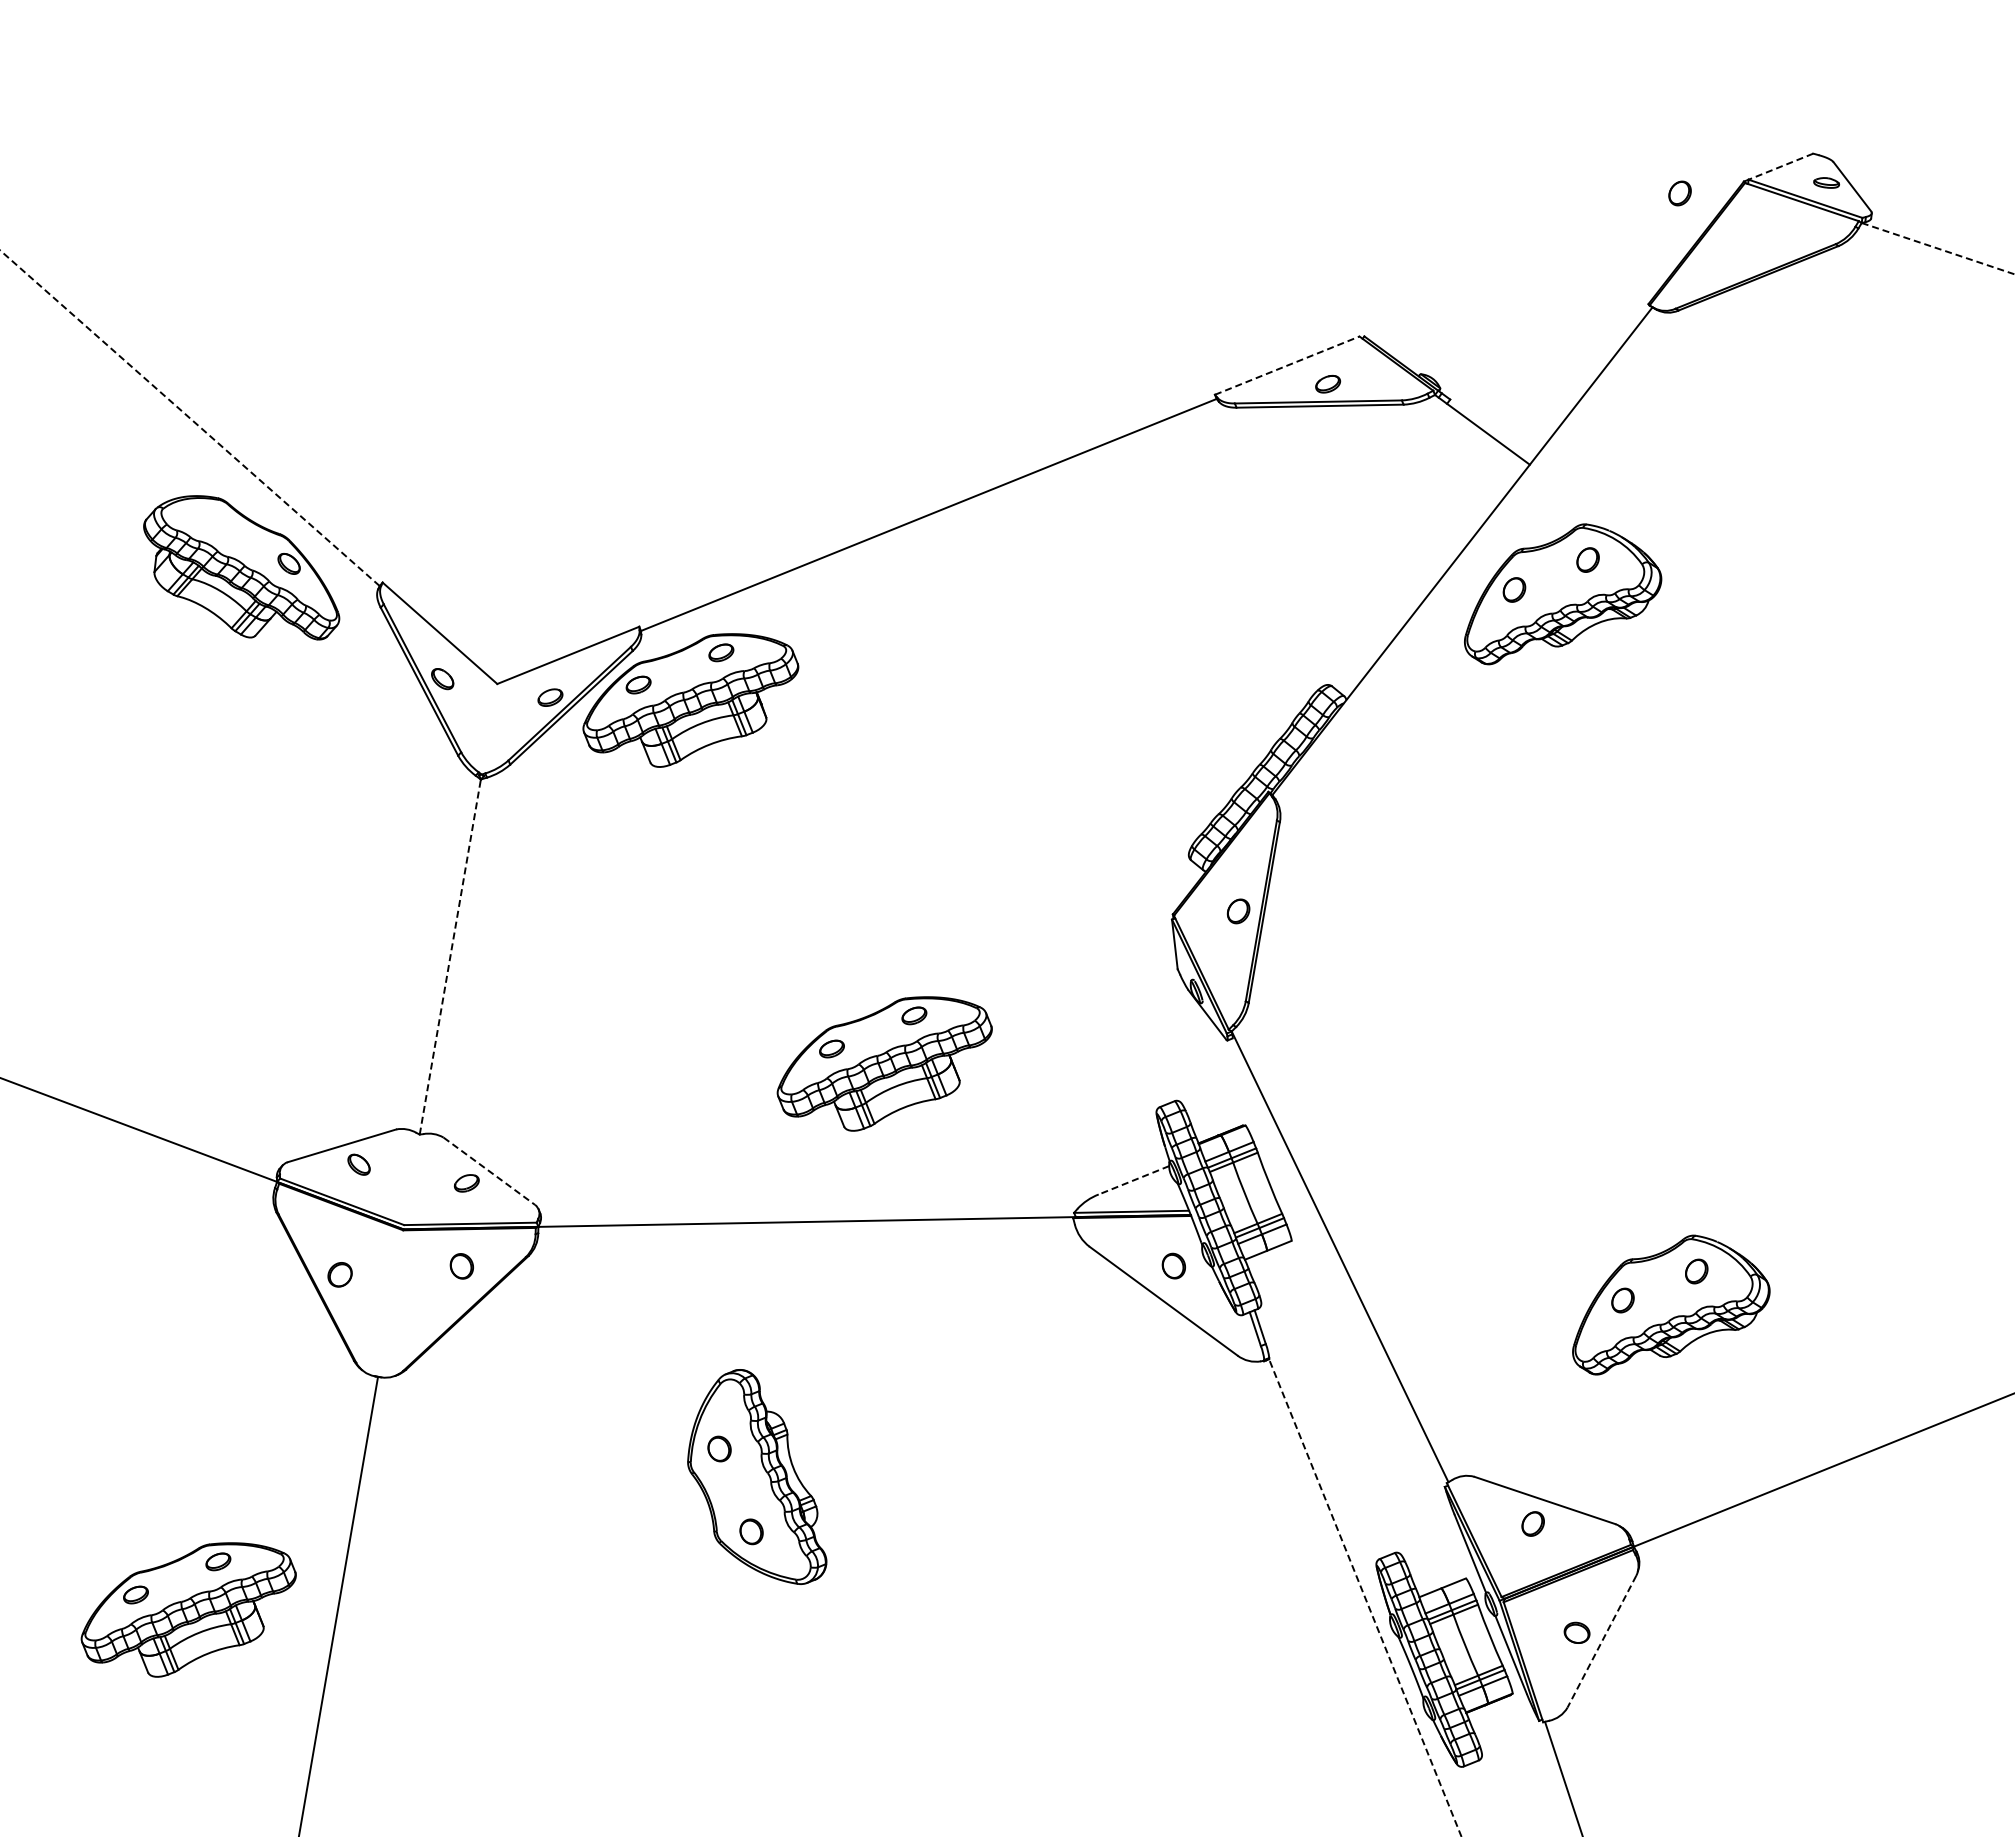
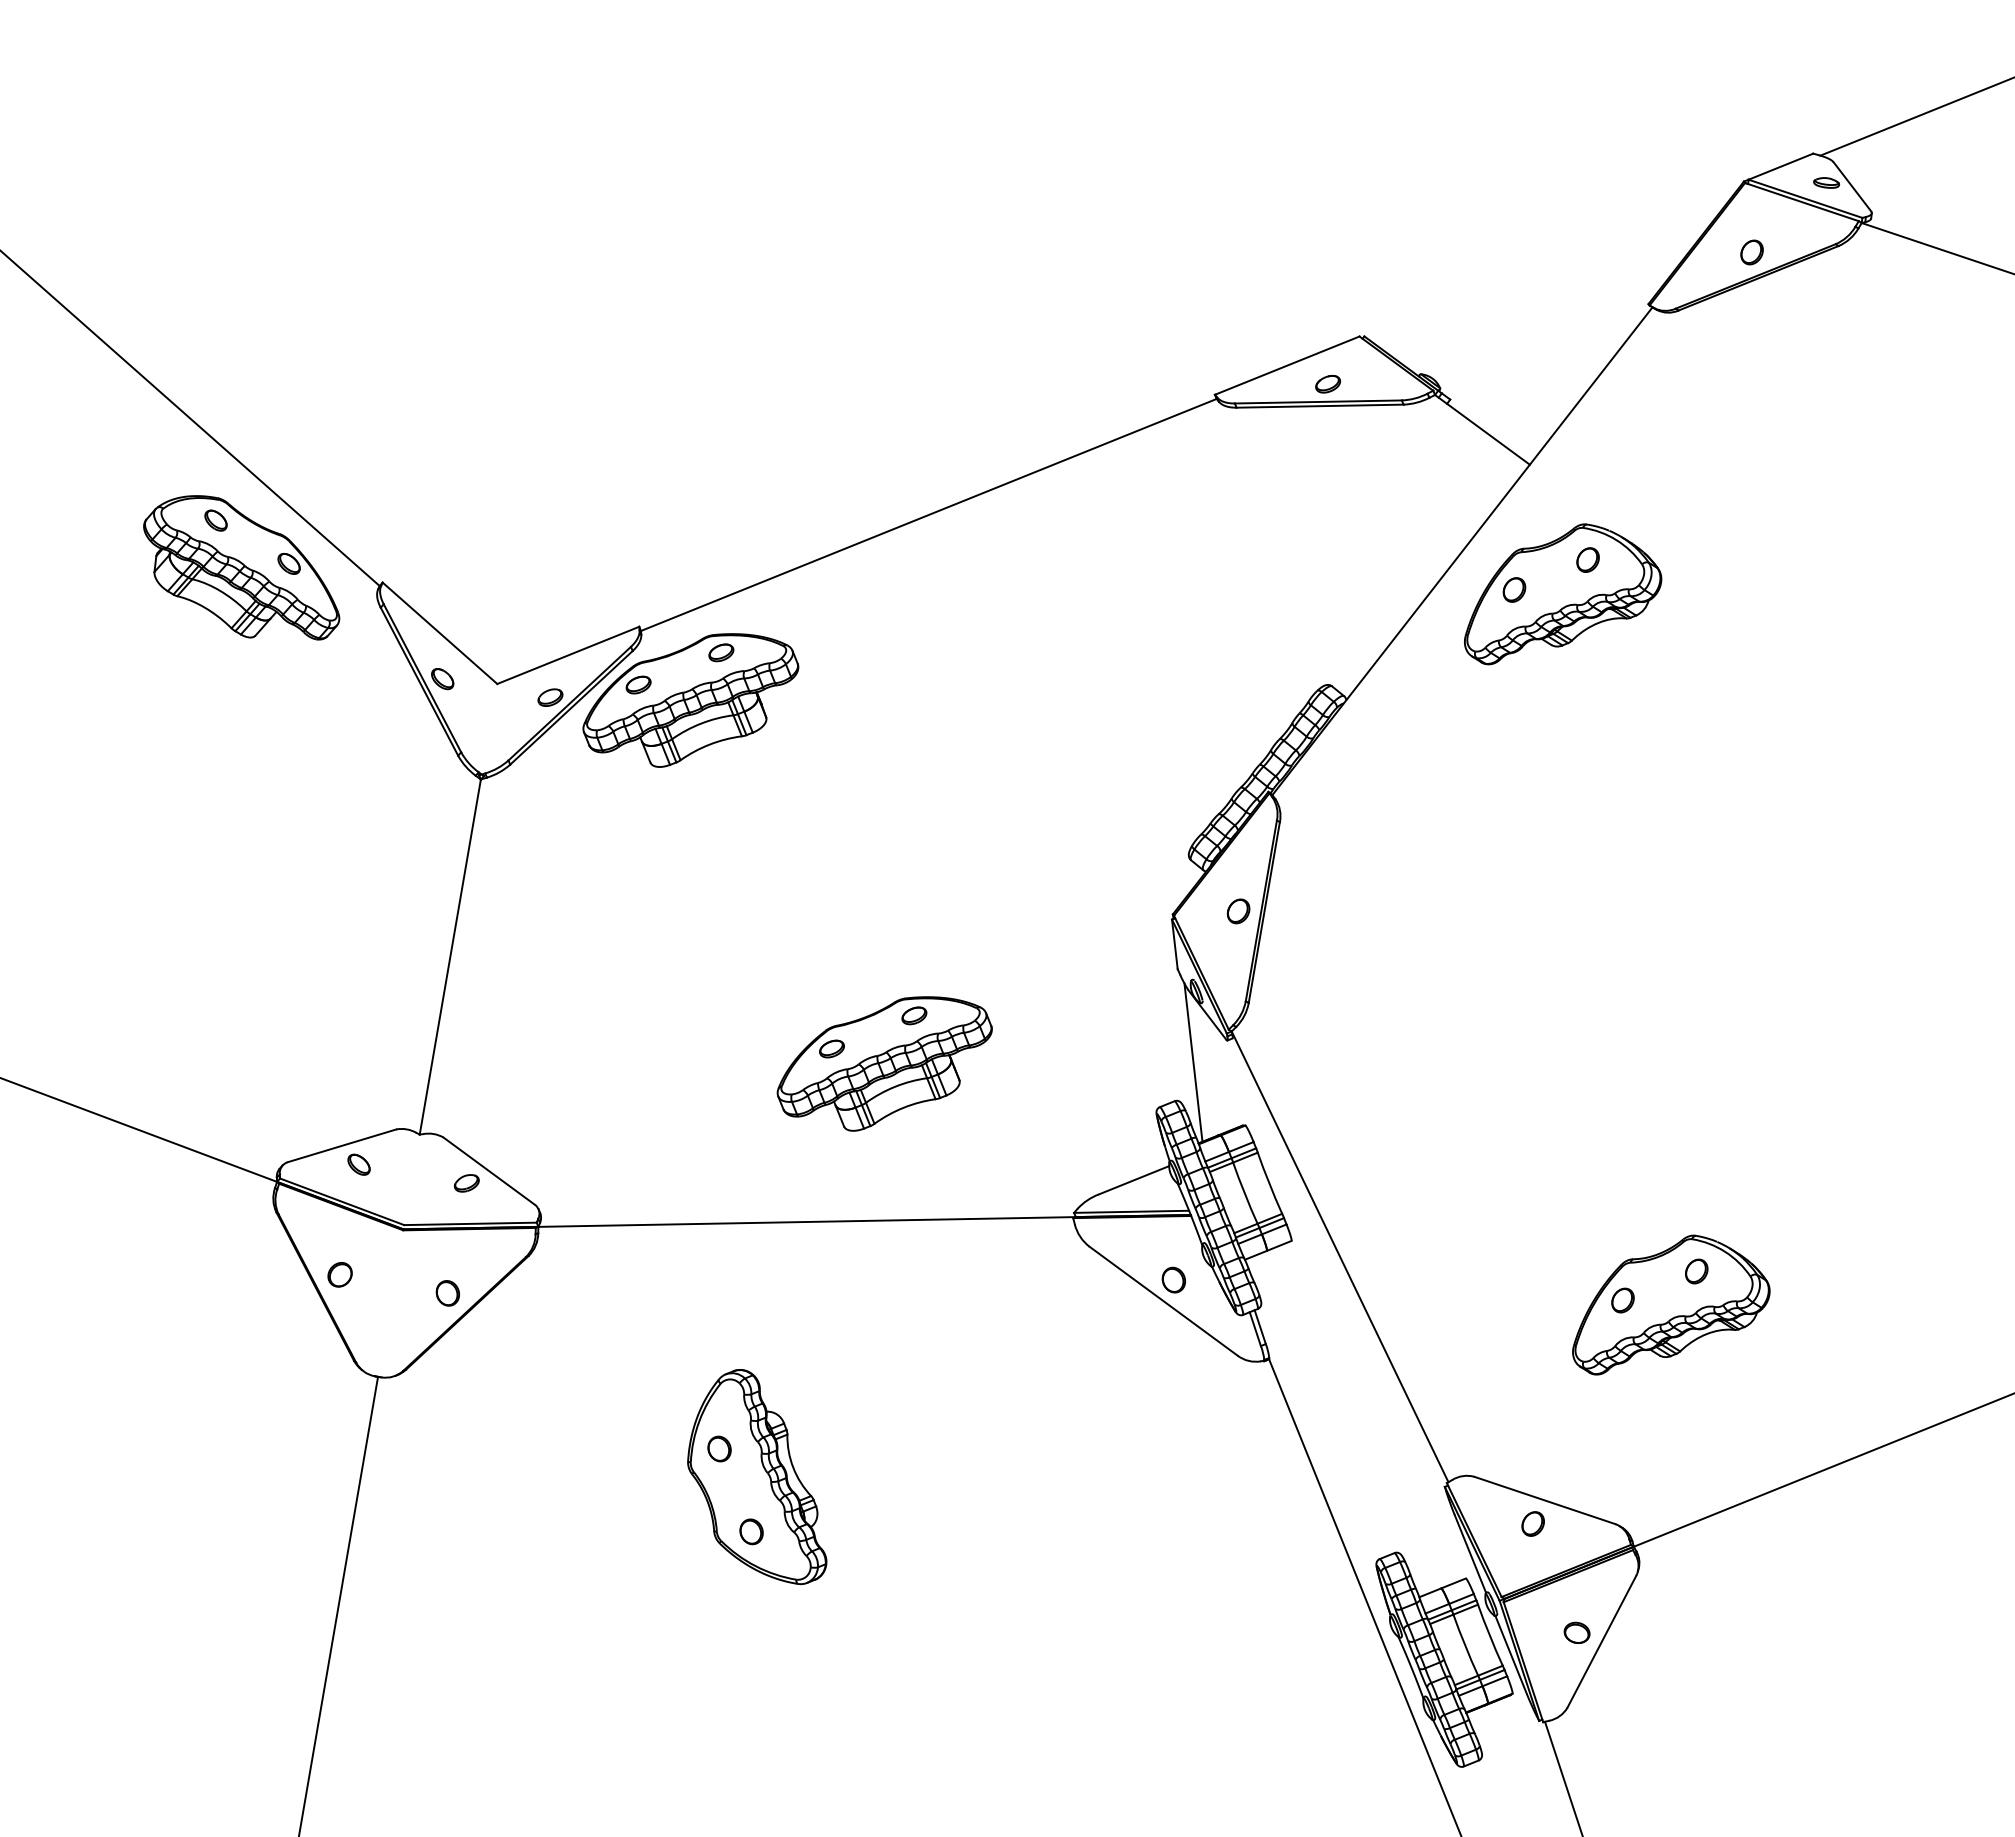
line at (1915, 116): none -> present
line at (1780, 166): dashed -> solid
part at (1679, 193) position: (1679, 193) -> (1751, 252)
line at (1938, 248): dashed -> solid
line at (1287, 365): dashed -> solid
line at (189, 417): dashed -> solid
part at (215, 520): none -> present
line at (450, 956): dashed -> solid
line at (1193, 1062): none -> present
line at (489, 1171): dashed -> solid
line at (1133, 1180): dashed -> solid
part at (1173, 1265) position: (1173, 1265) -> (1173, 1279)
part at (461, 1266) position: (461, 1266) -> (447, 1293)
line at (1364, 1597): dashed -> solid
part at (188, 1609): present -> none
line at (1601, 1642): dashed -> solid
